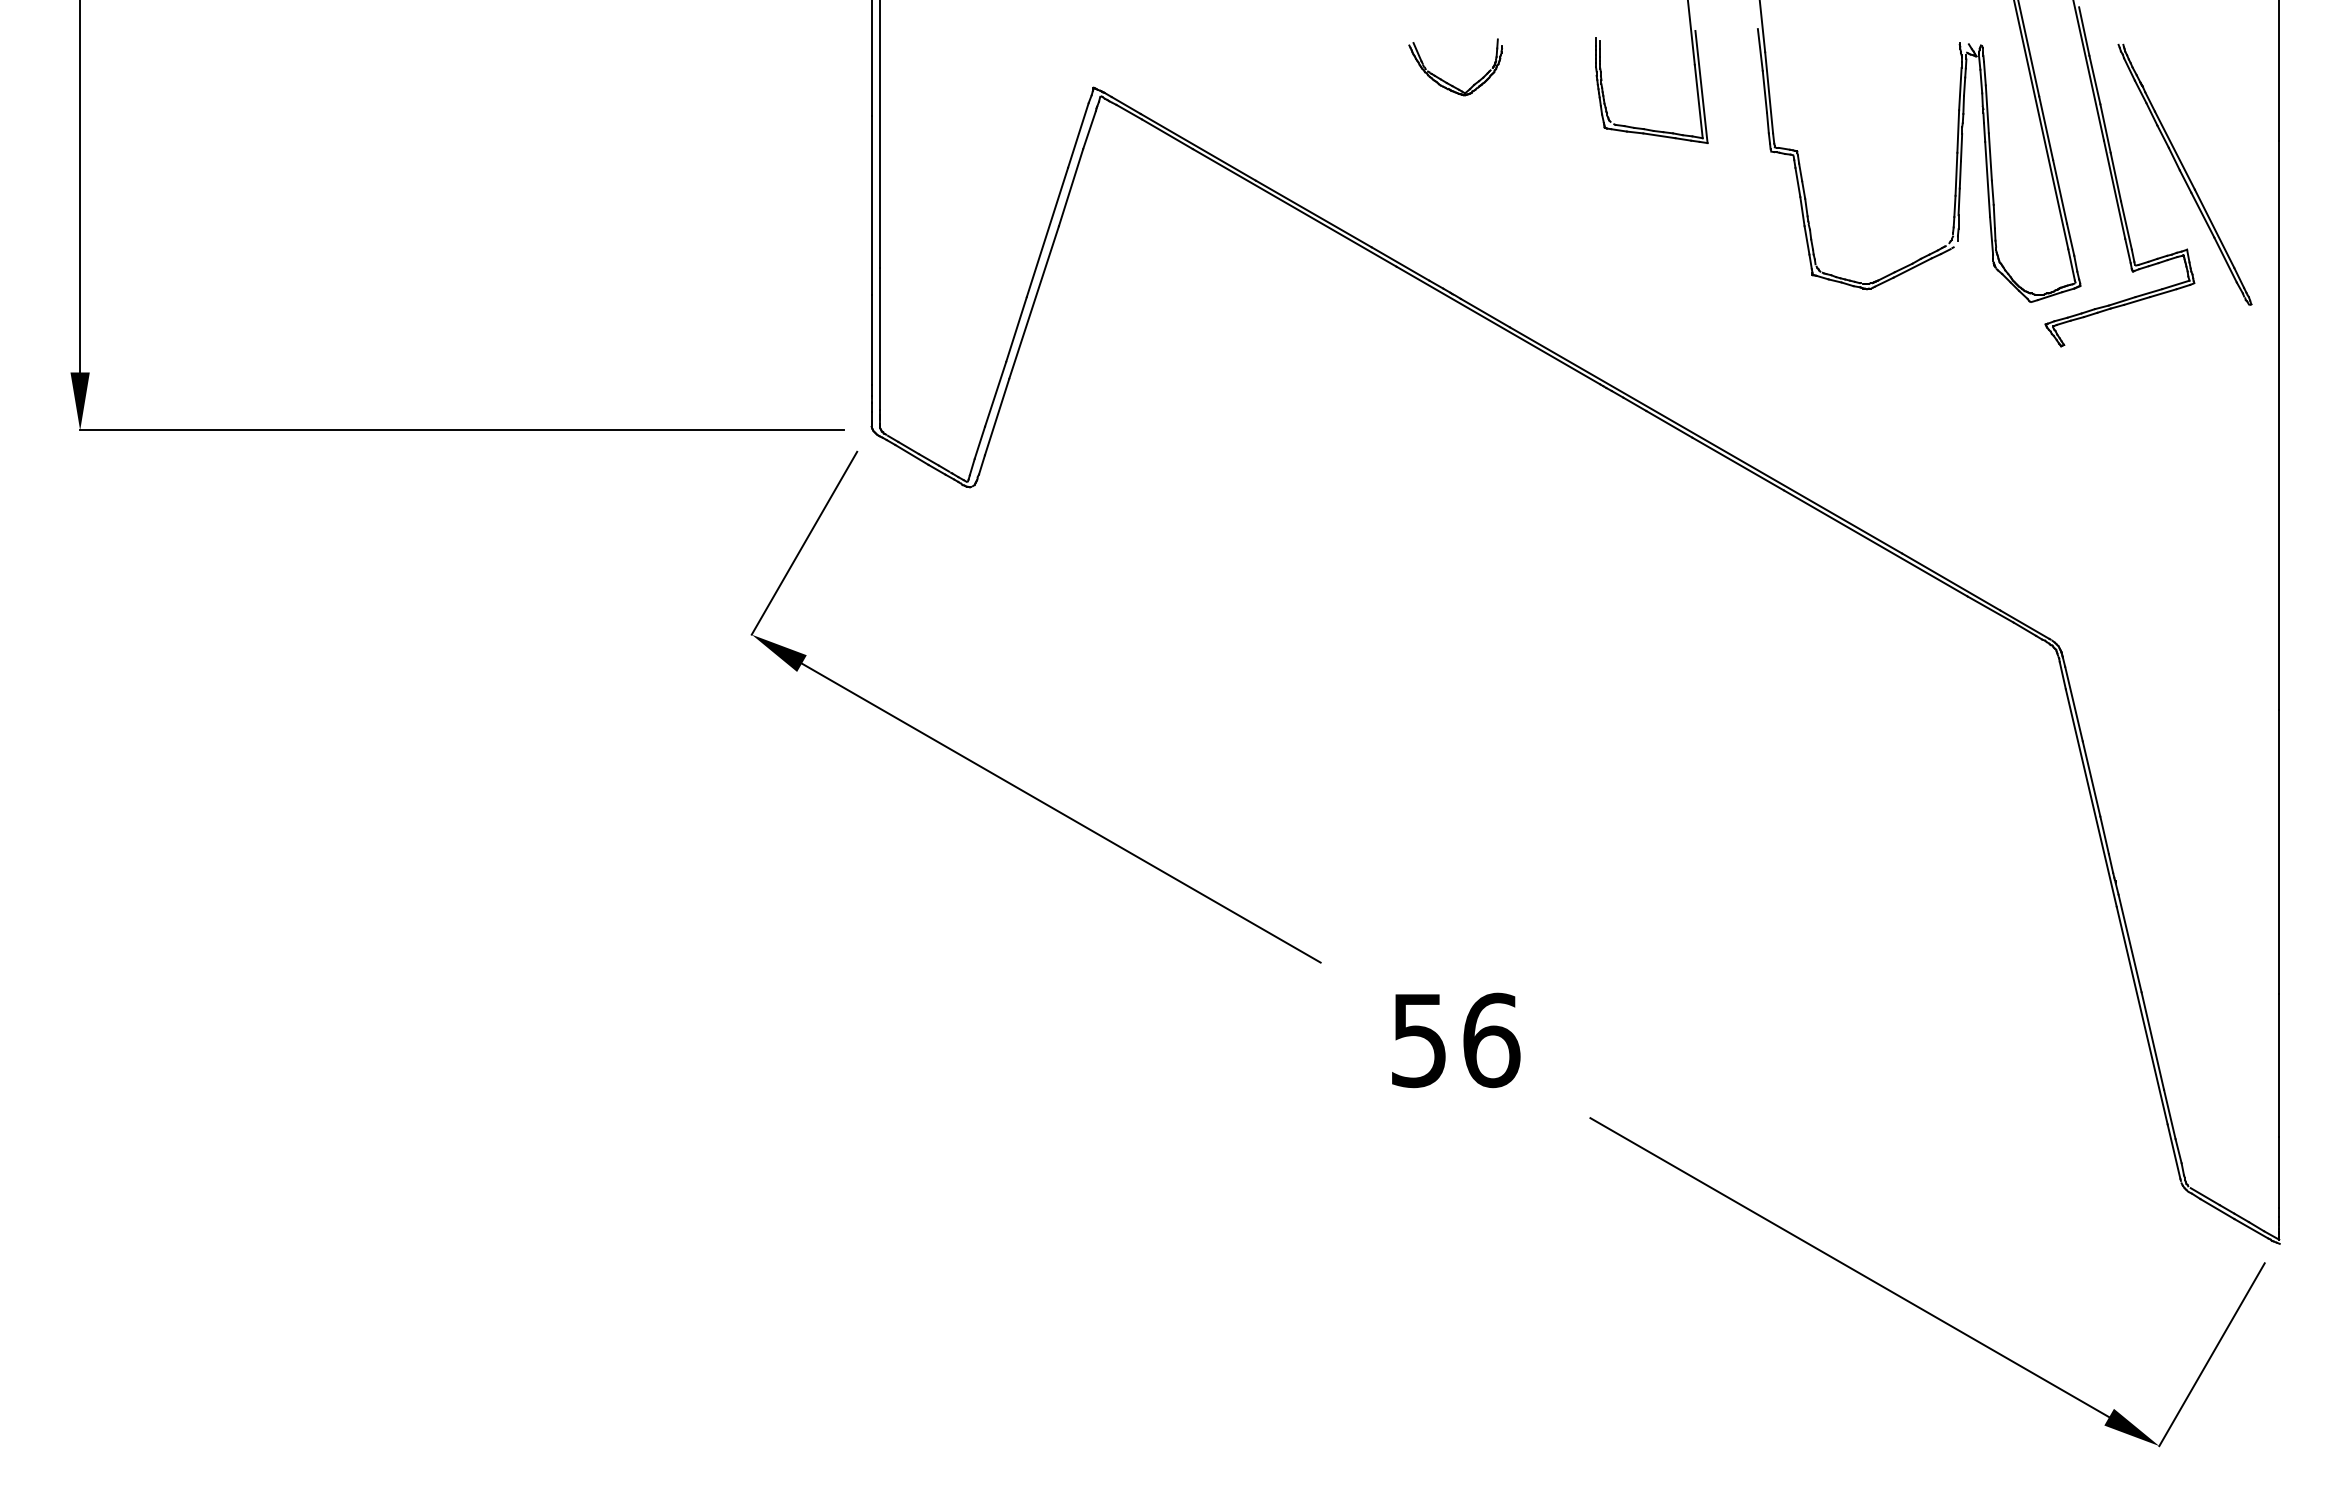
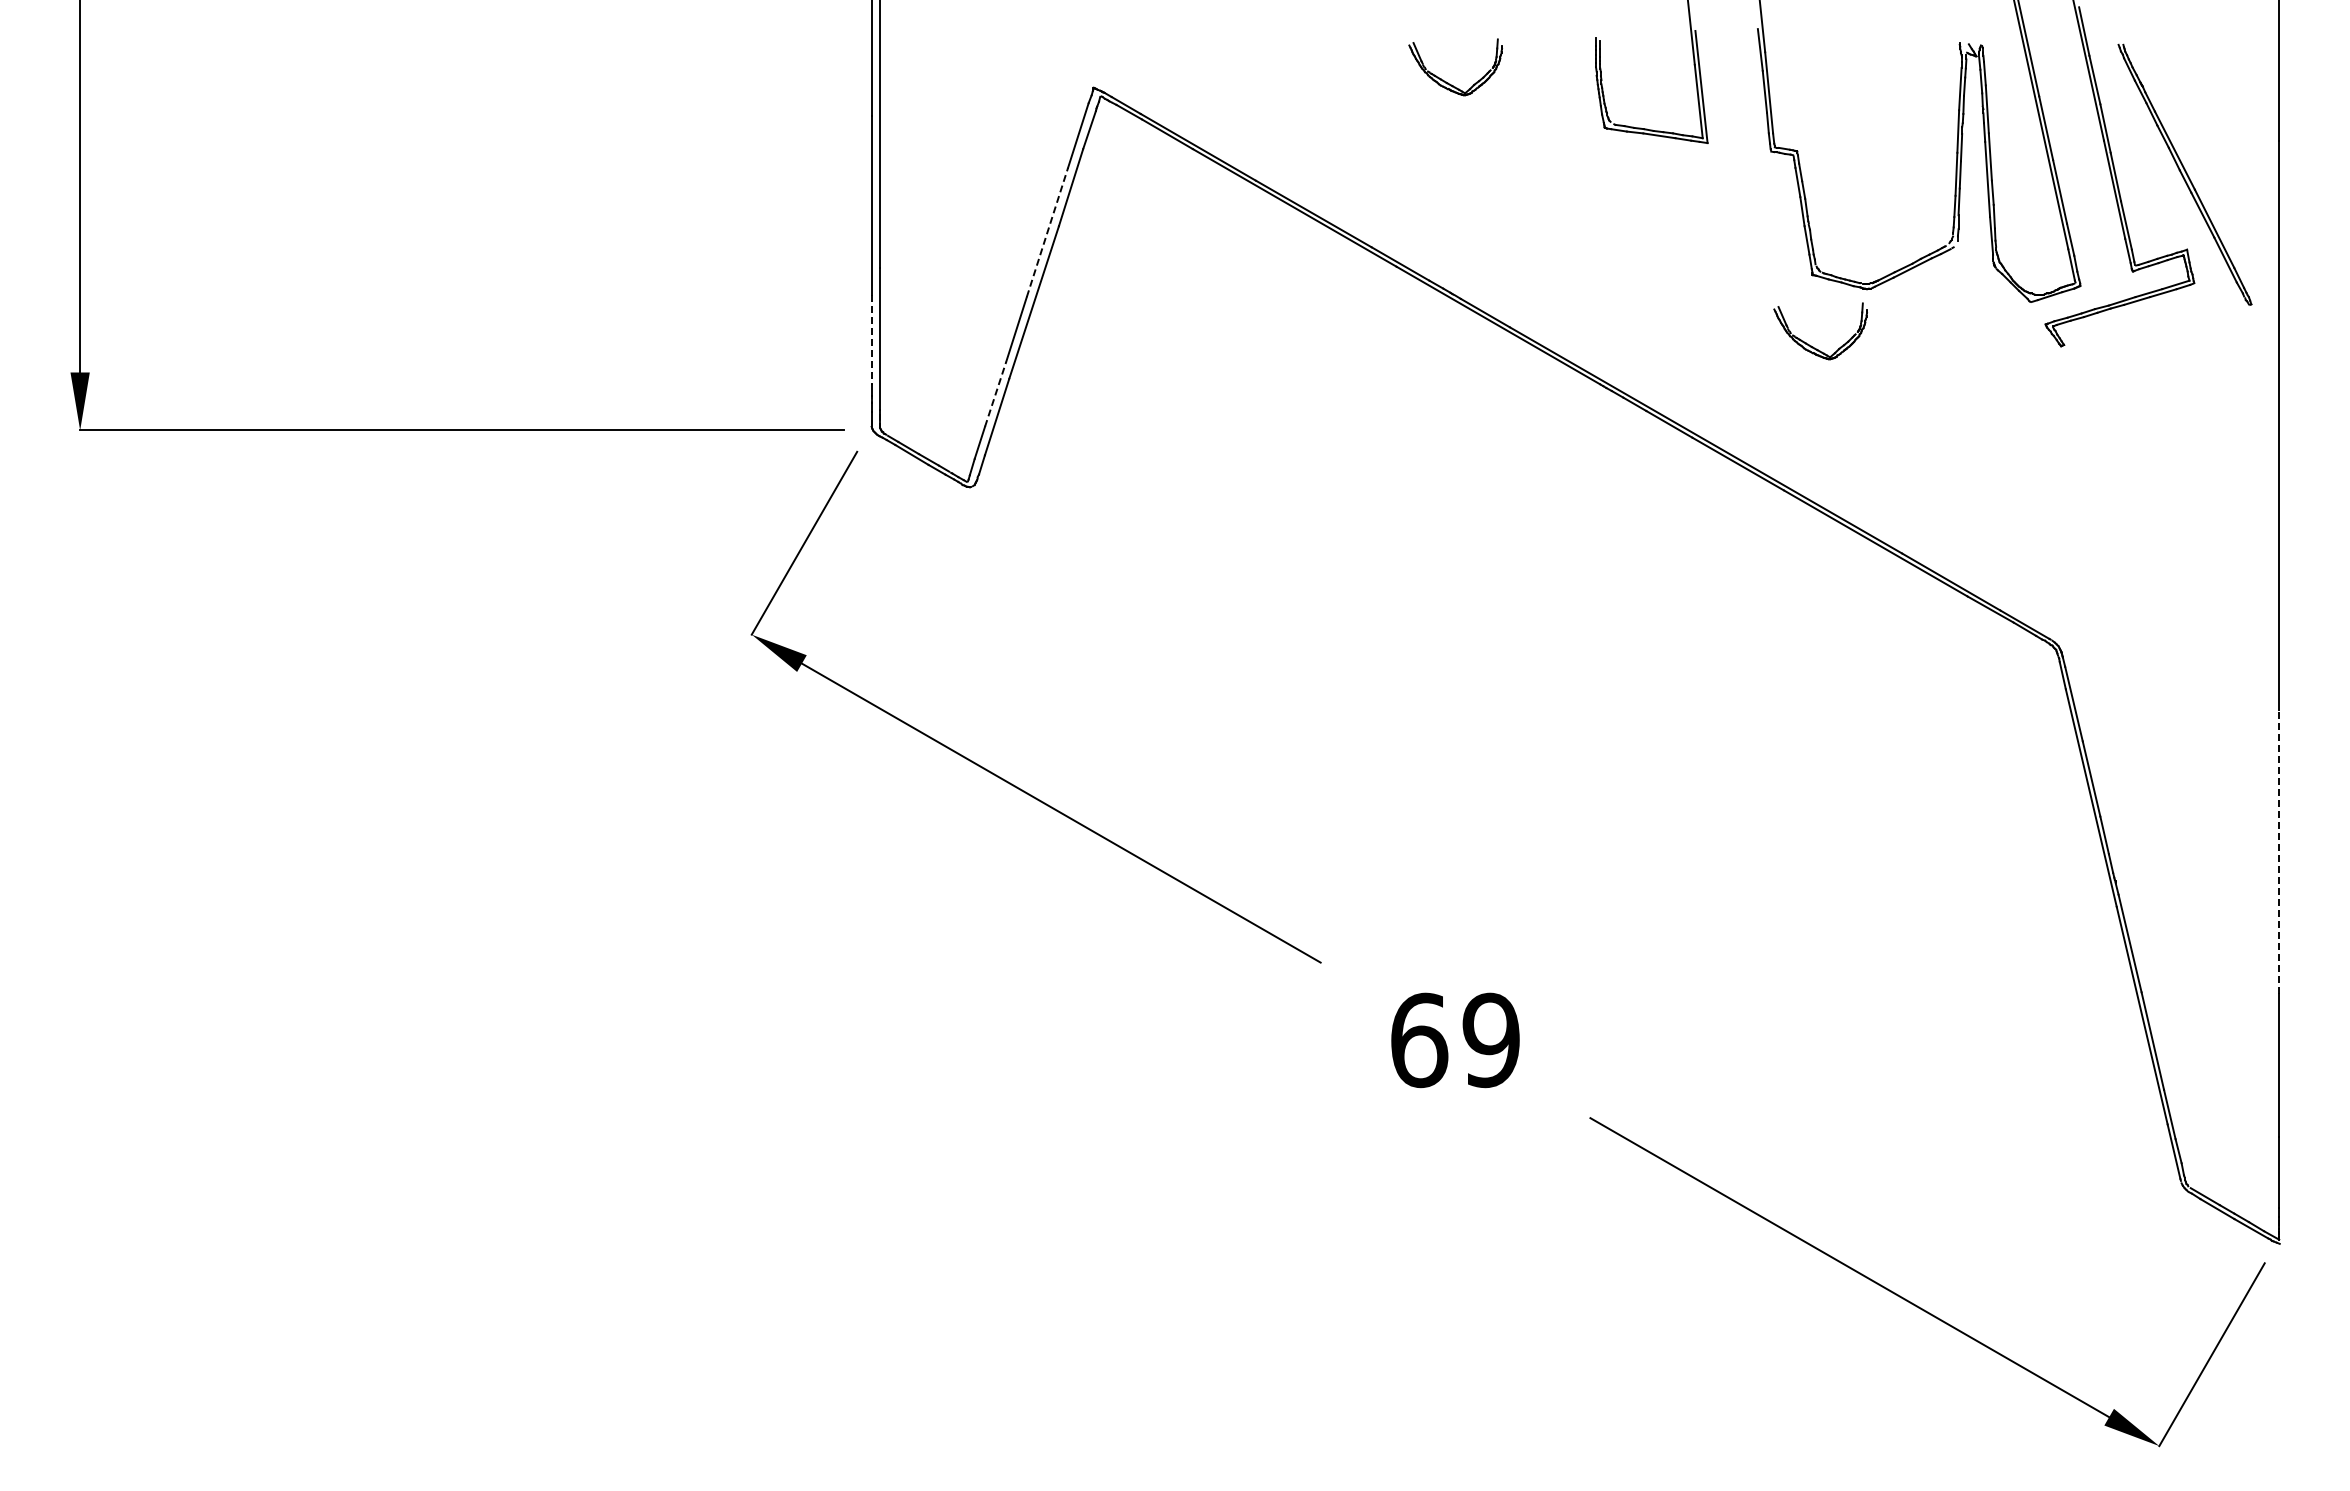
line at (1047, 232): solid -> dashed
line at (871, 340): solid -> dashed
part at (1813, 346): none -> present
line at (995, 393): solid -> dashed
line at (2279, 851): solid -> dashed
text at (1455, 1040): 56 -> 69
